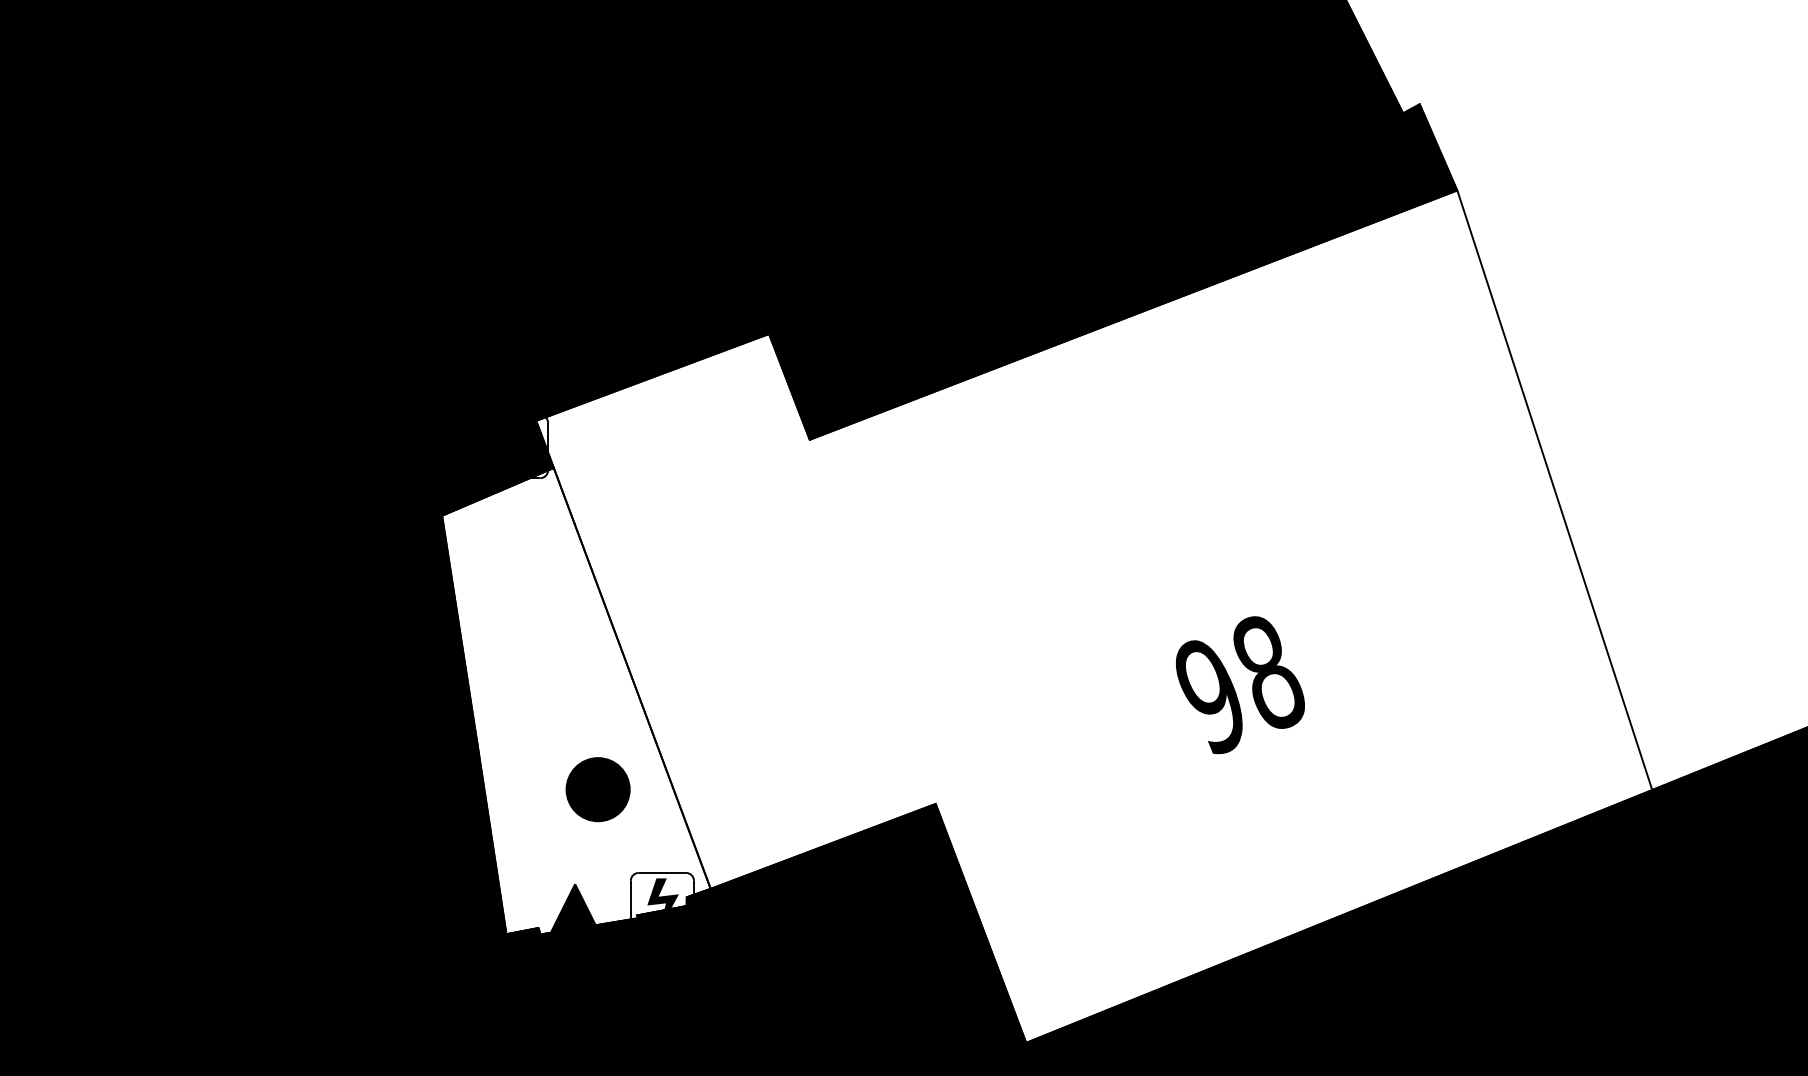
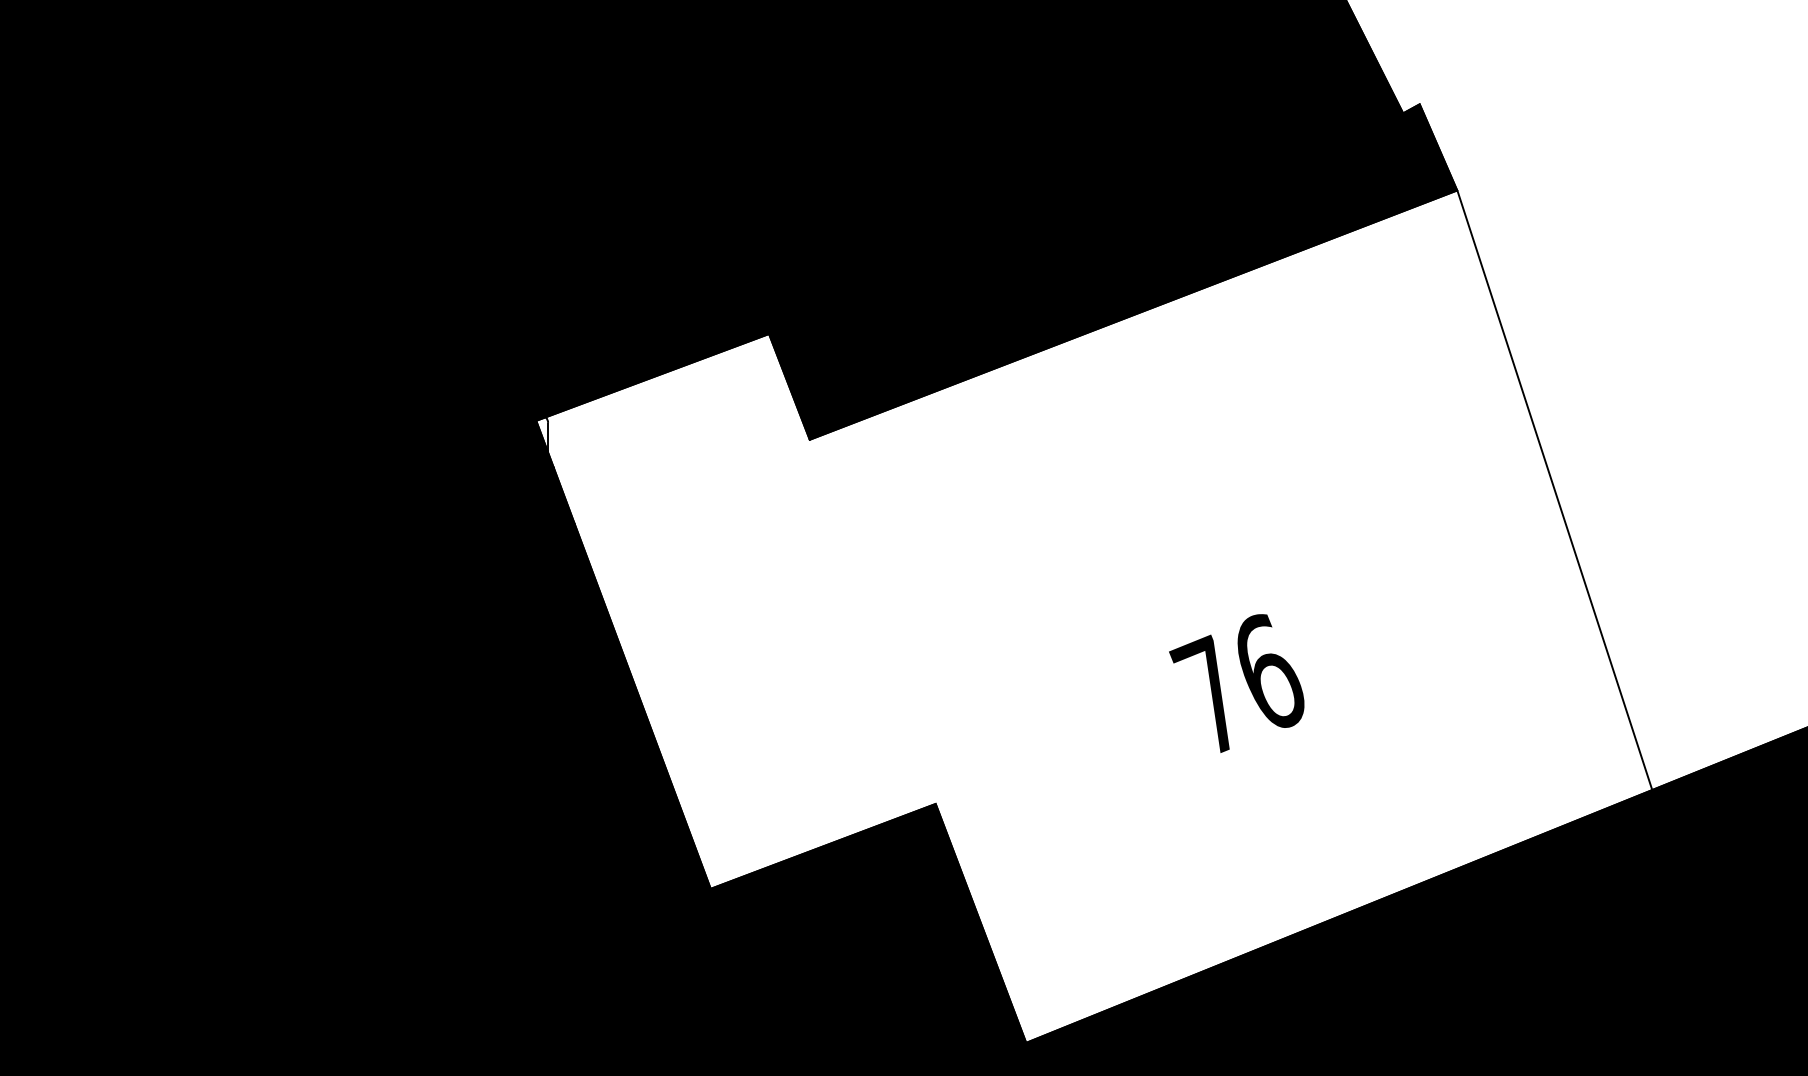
text at (1236, 684): 98 -> 76
fill at (576, 700): none -> present
